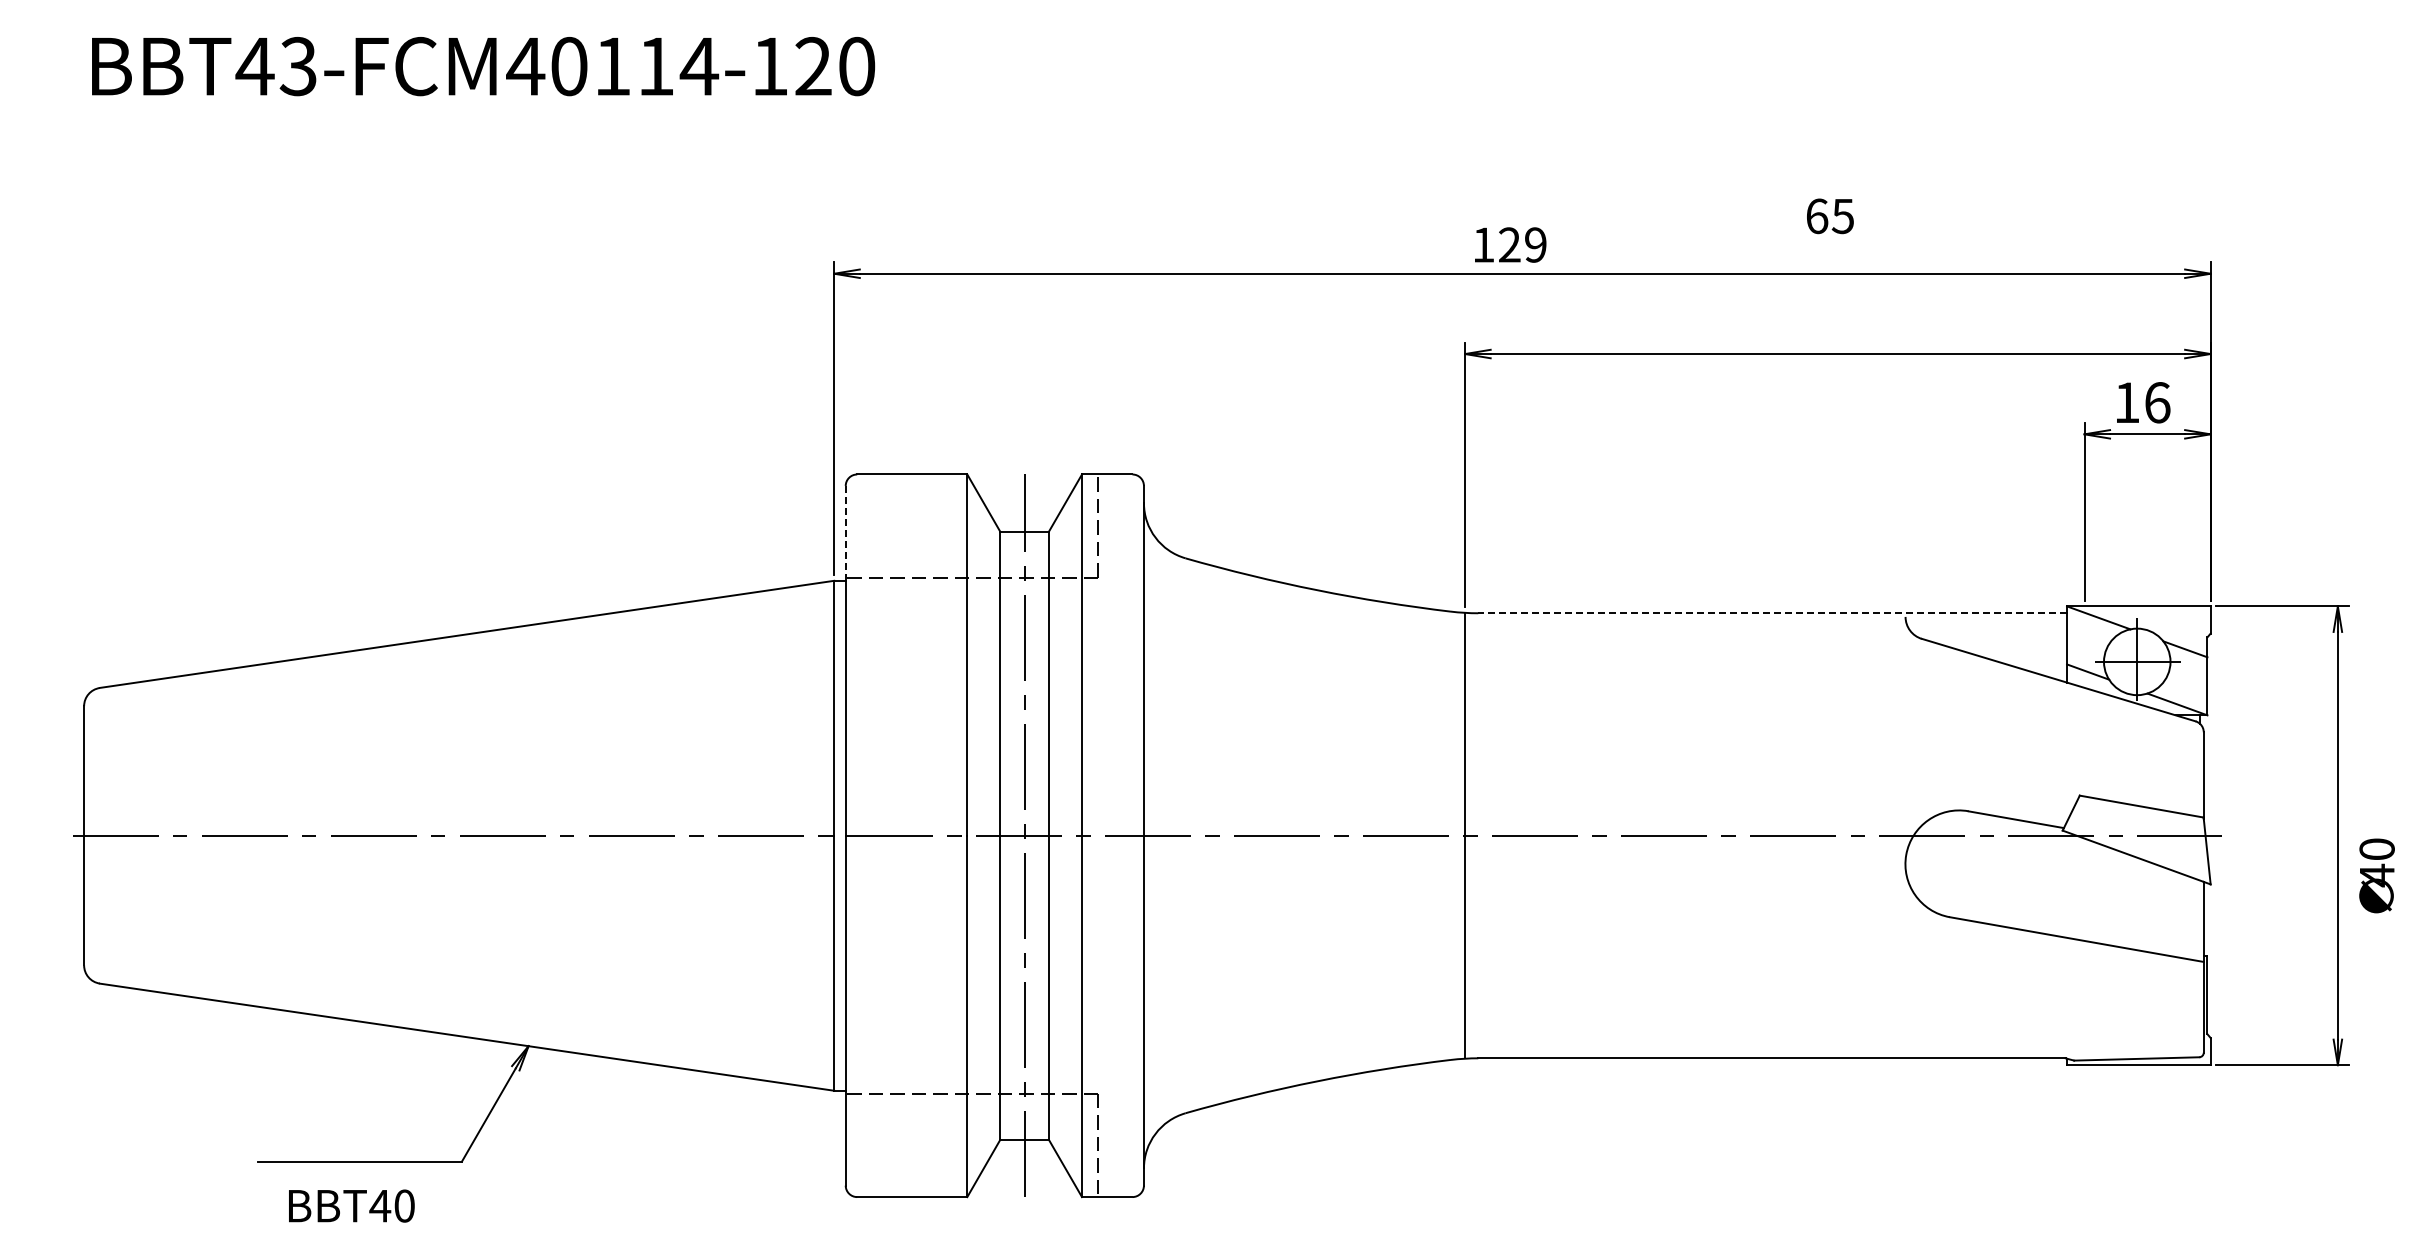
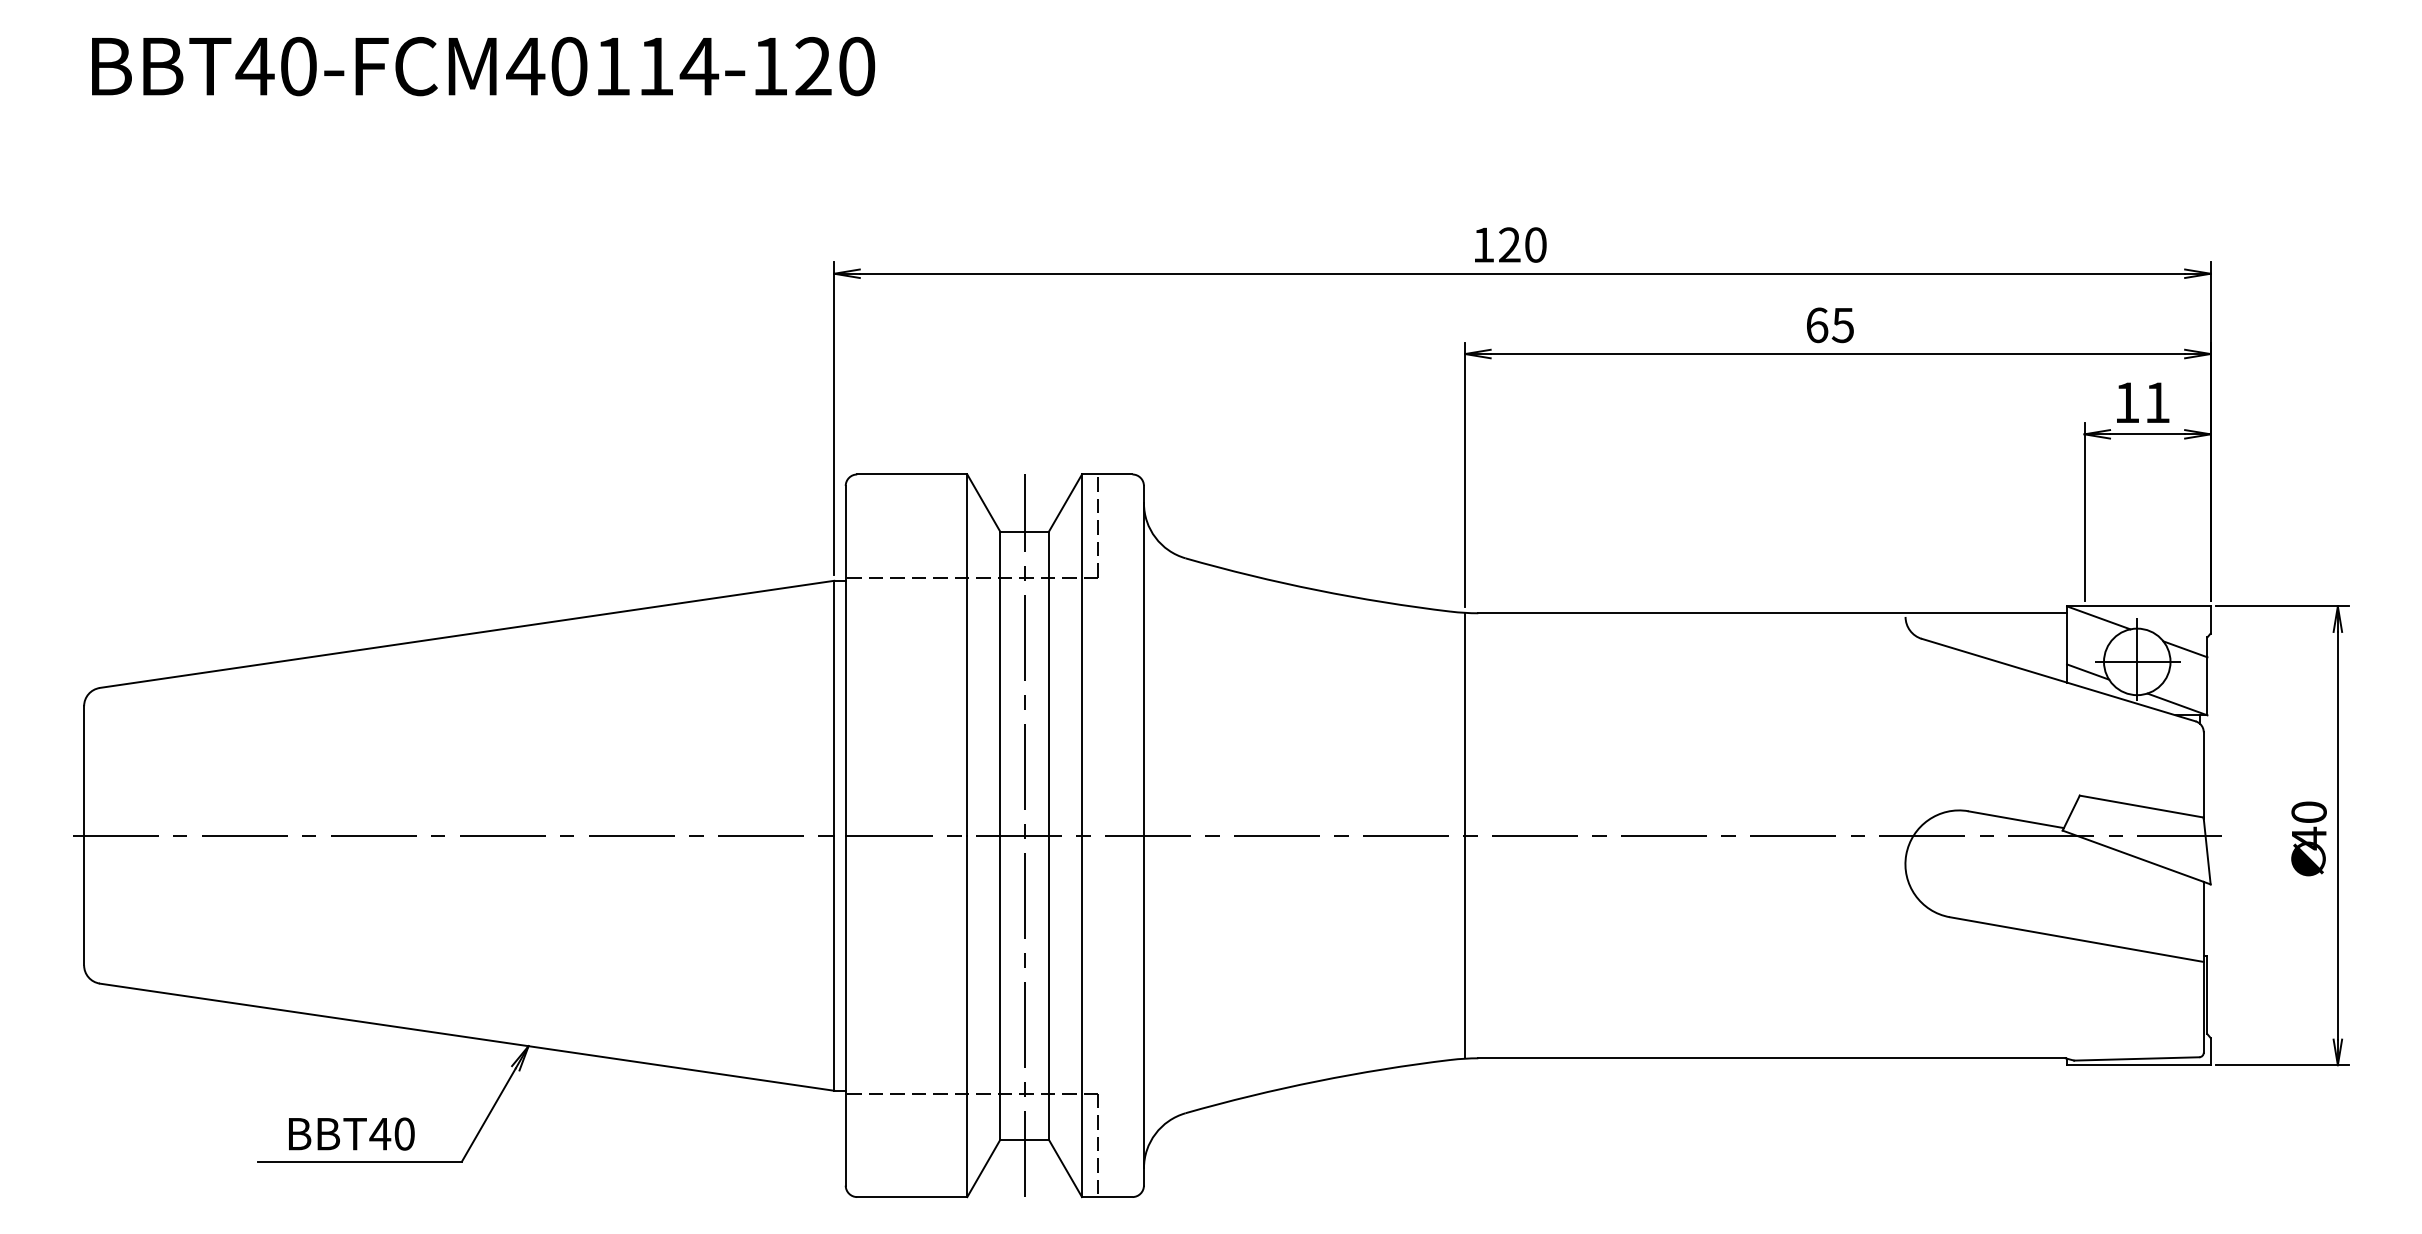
text at (297, 66): BBT43-FCM40114-120 -> BBT40-FCM40114-120
text at (1830, 216) position: (1830, 216) -> (1830, 325)
text at (1535, 244): 129 -> 120
text at (2157, 402): 16 -> 11
line at (845, 532): dashed -> solid
line at (1772, 613): dashed -> solid
text at (2376, 875) position: (2376, 875) -> (2308, 838)
text at (351, 1205) position: (351, 1205) -> (351, 1133)
